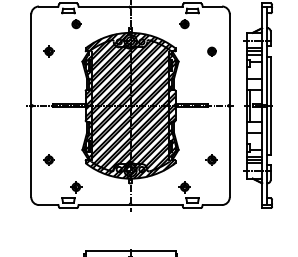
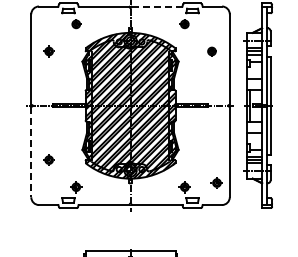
line at (157, 6): solid -> dashed
line at (31, 152): solid -> dashed
part at (211, 159) position: (211, 159) -> (216, 182)
